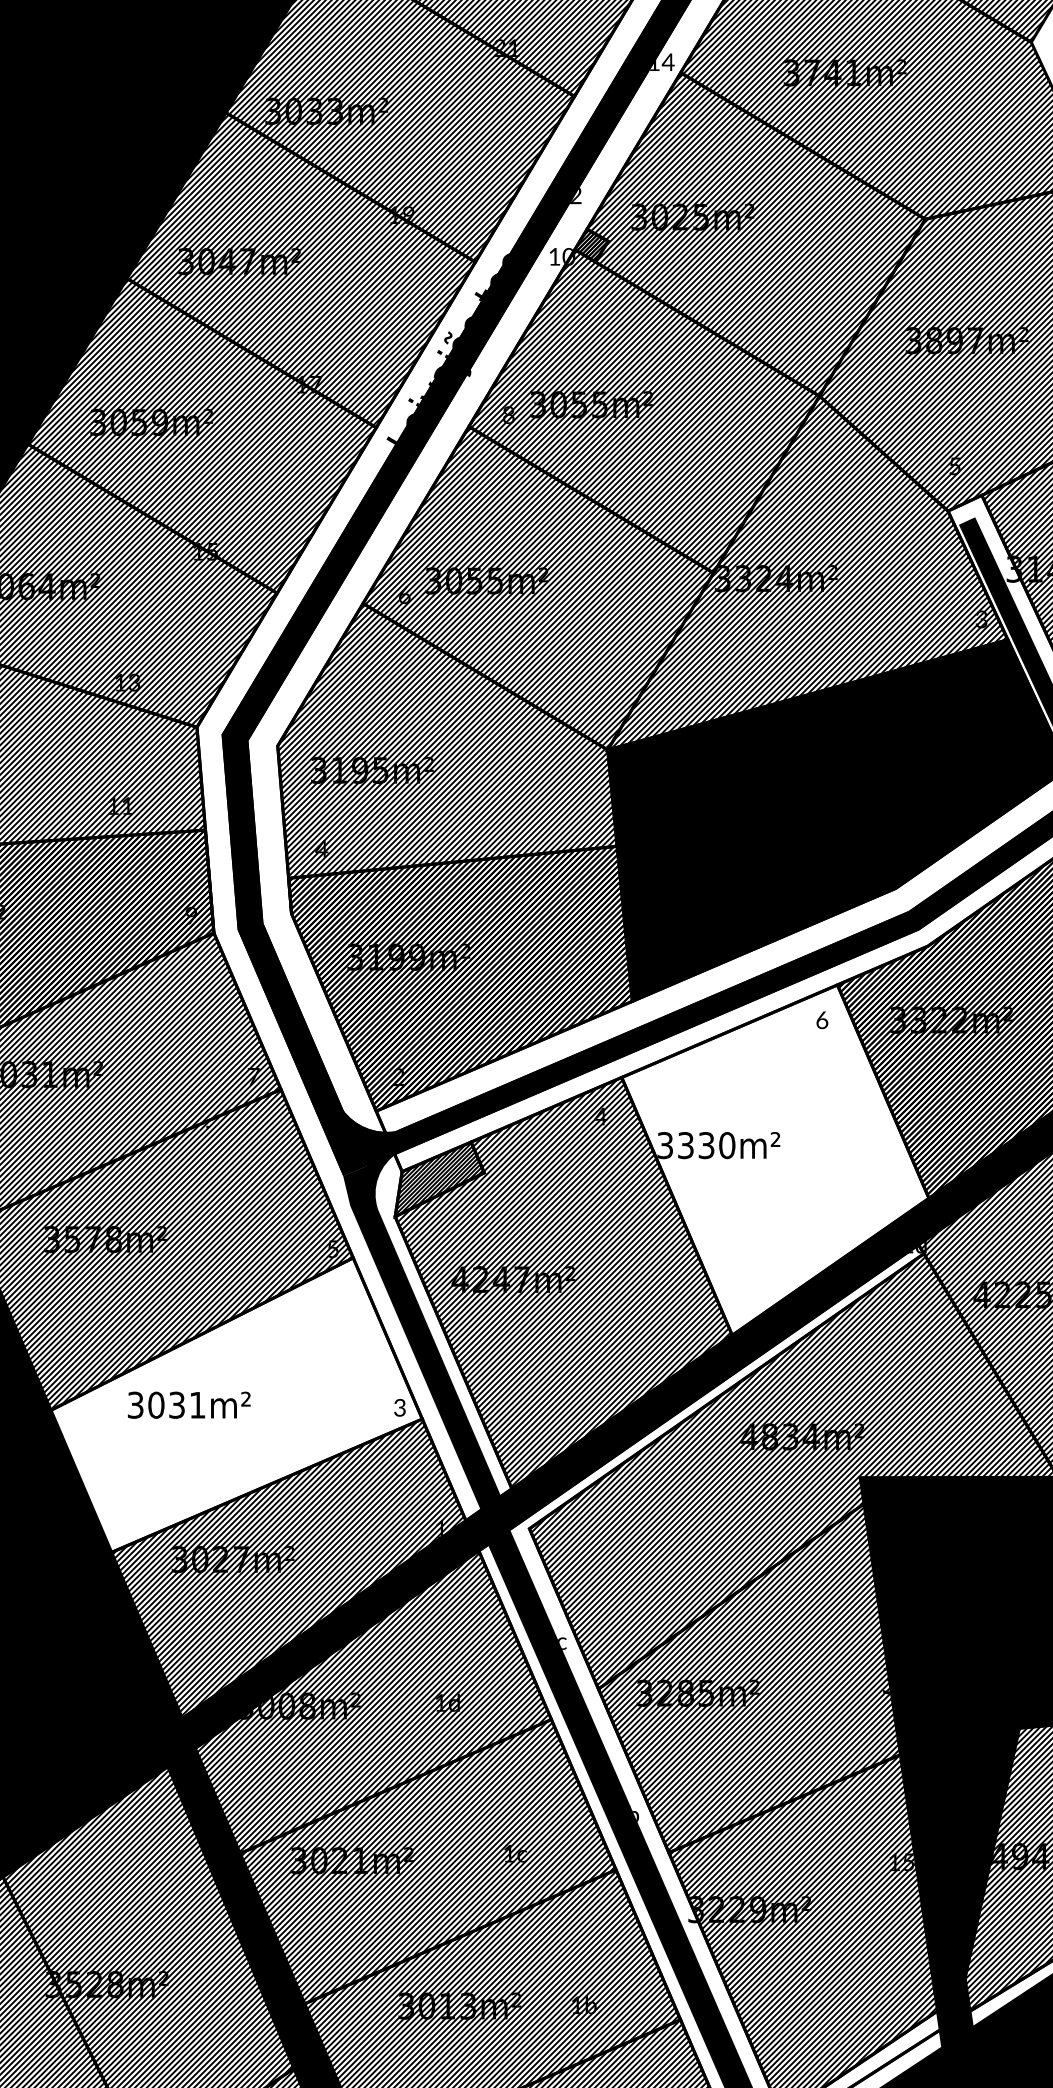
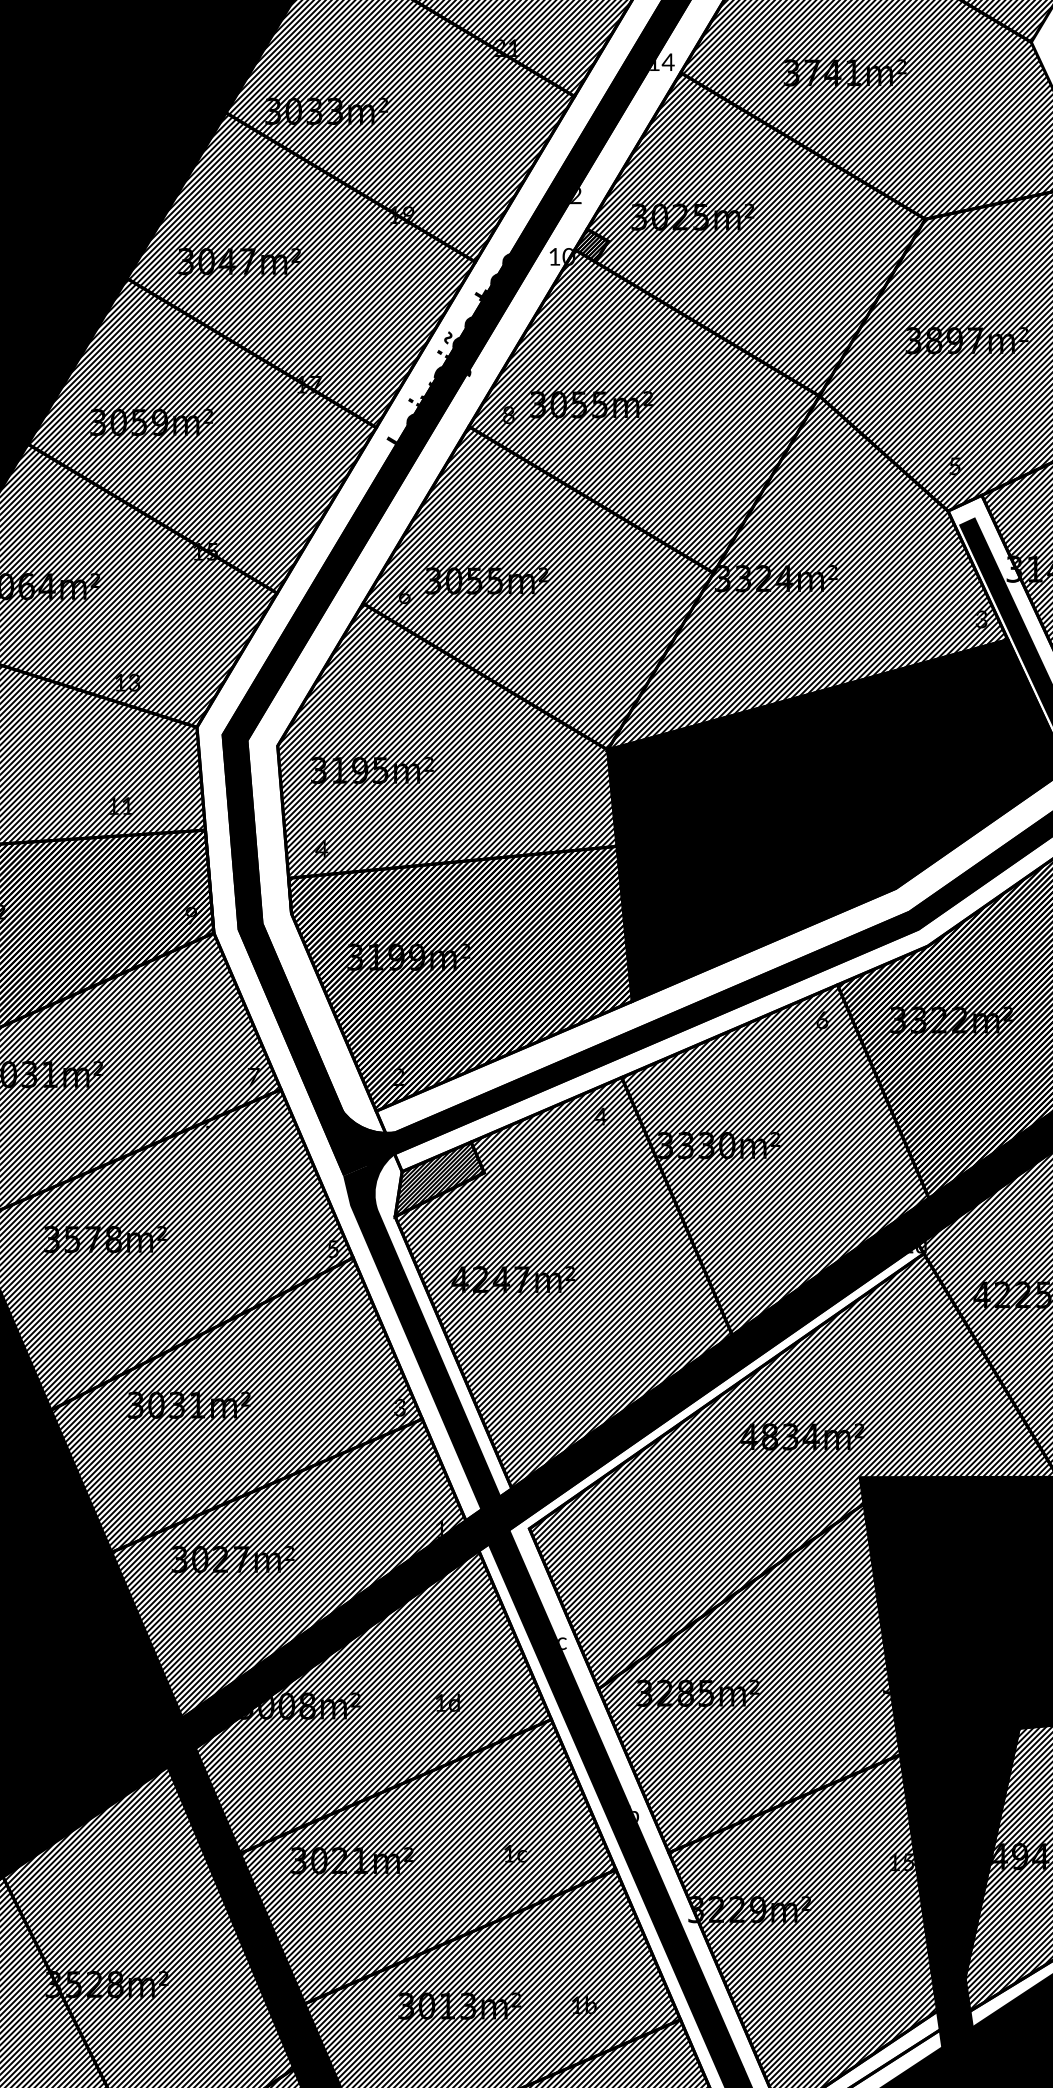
hatch at (778, 1167): none -> present
hatch at (228, 1409): none -> present
